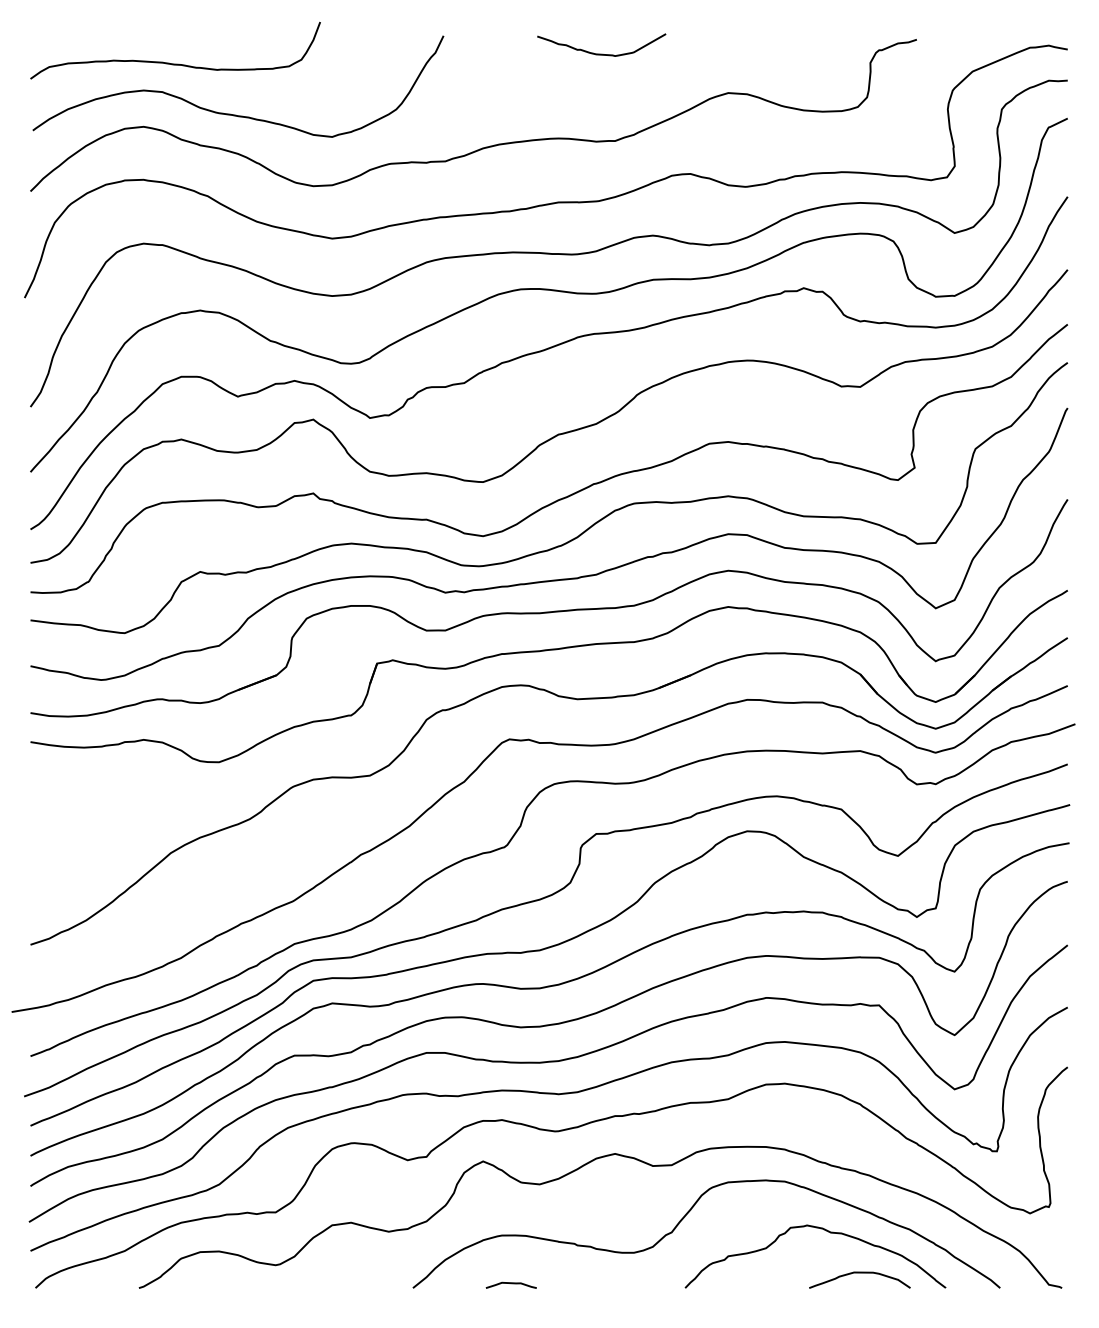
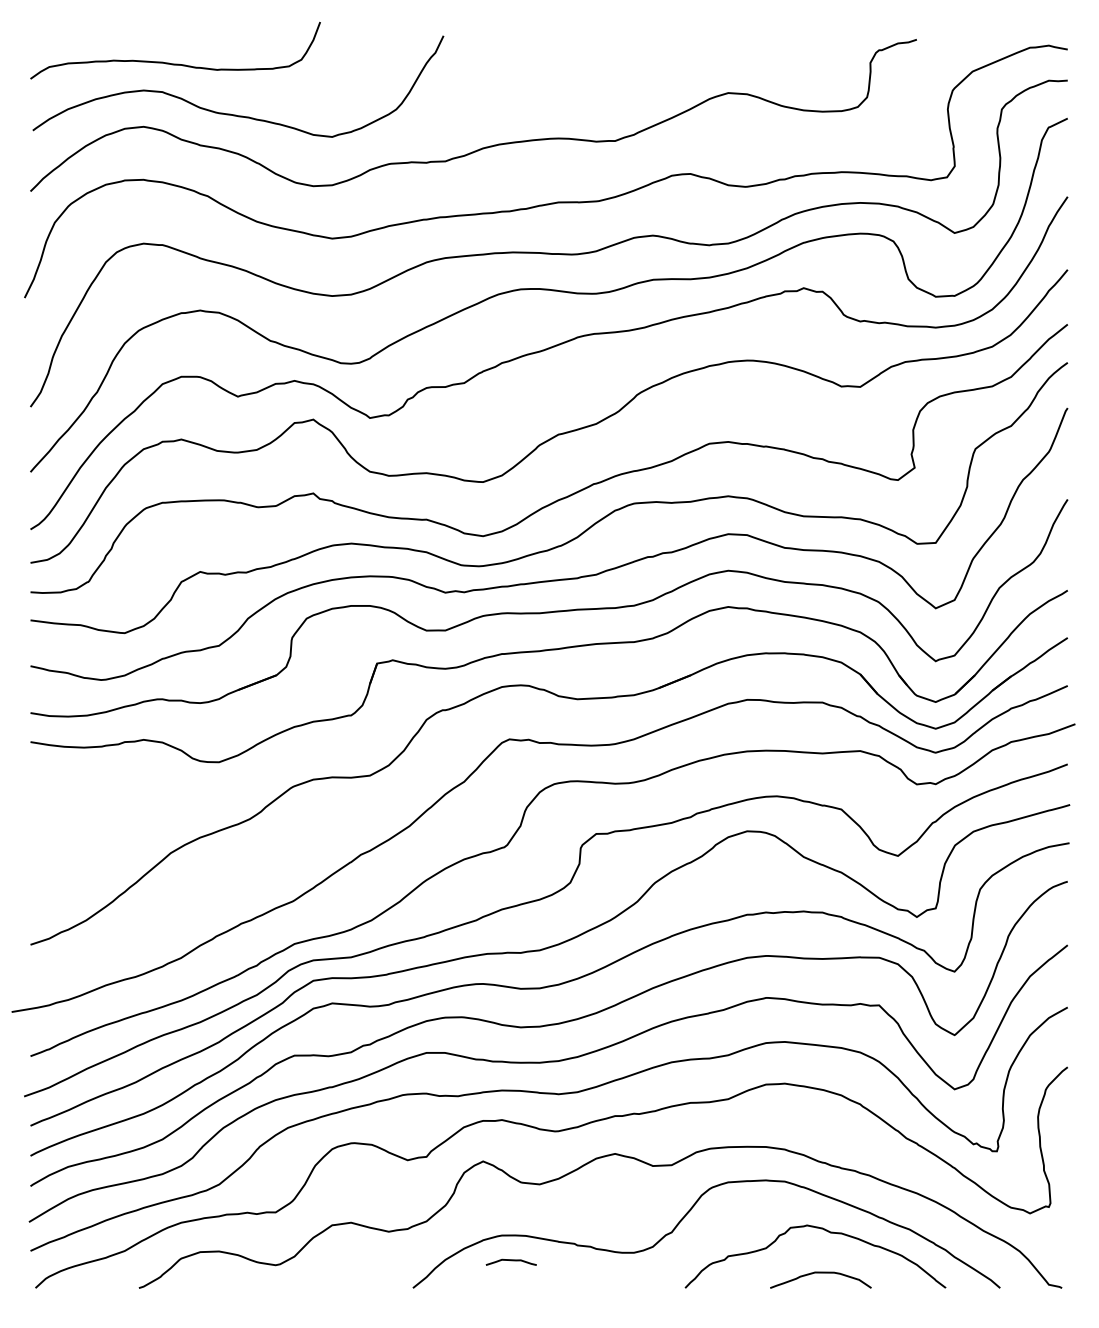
curve at (601, 53): present -> none
curve at (859, 1273) position: (859, 1273) -> (820, 1273)
curve at (510, 1284) position: (510, 1284) -> (510, 1261)
